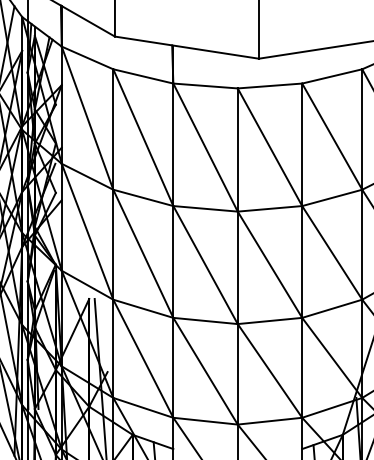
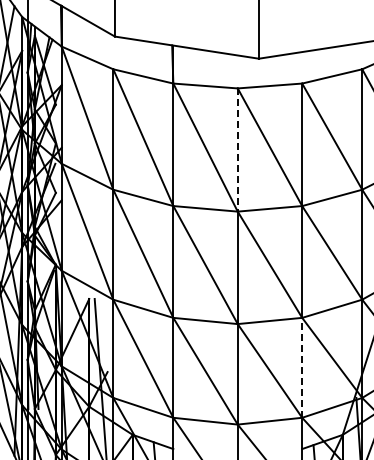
line at (237, 150): solid -> dashed
line at (302, 367): solid -> dashed
